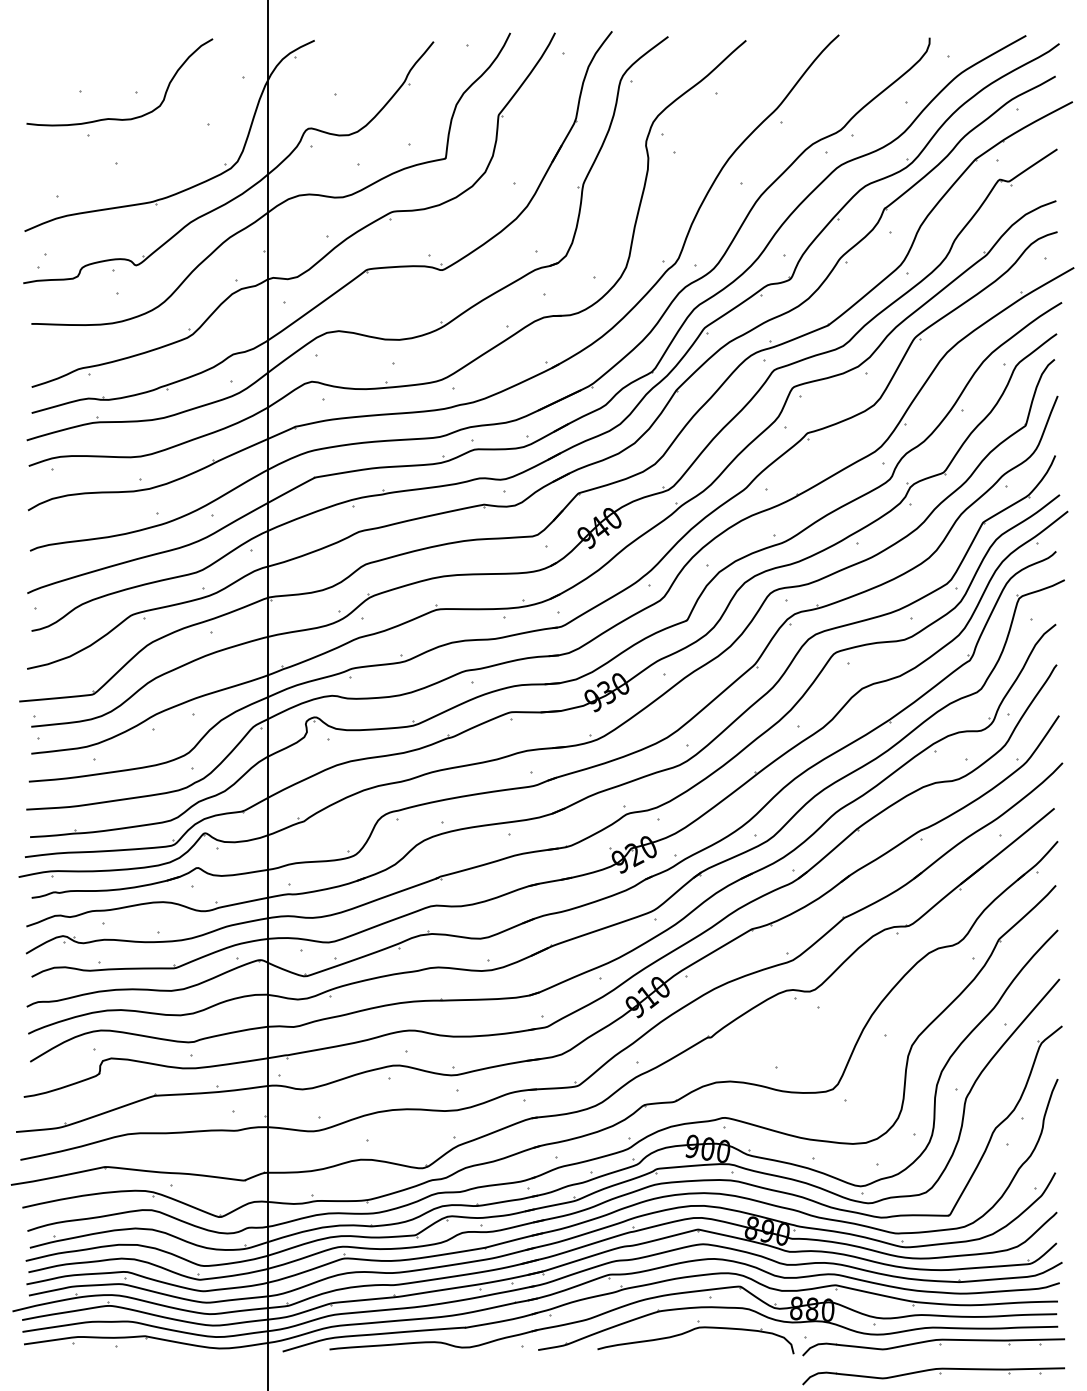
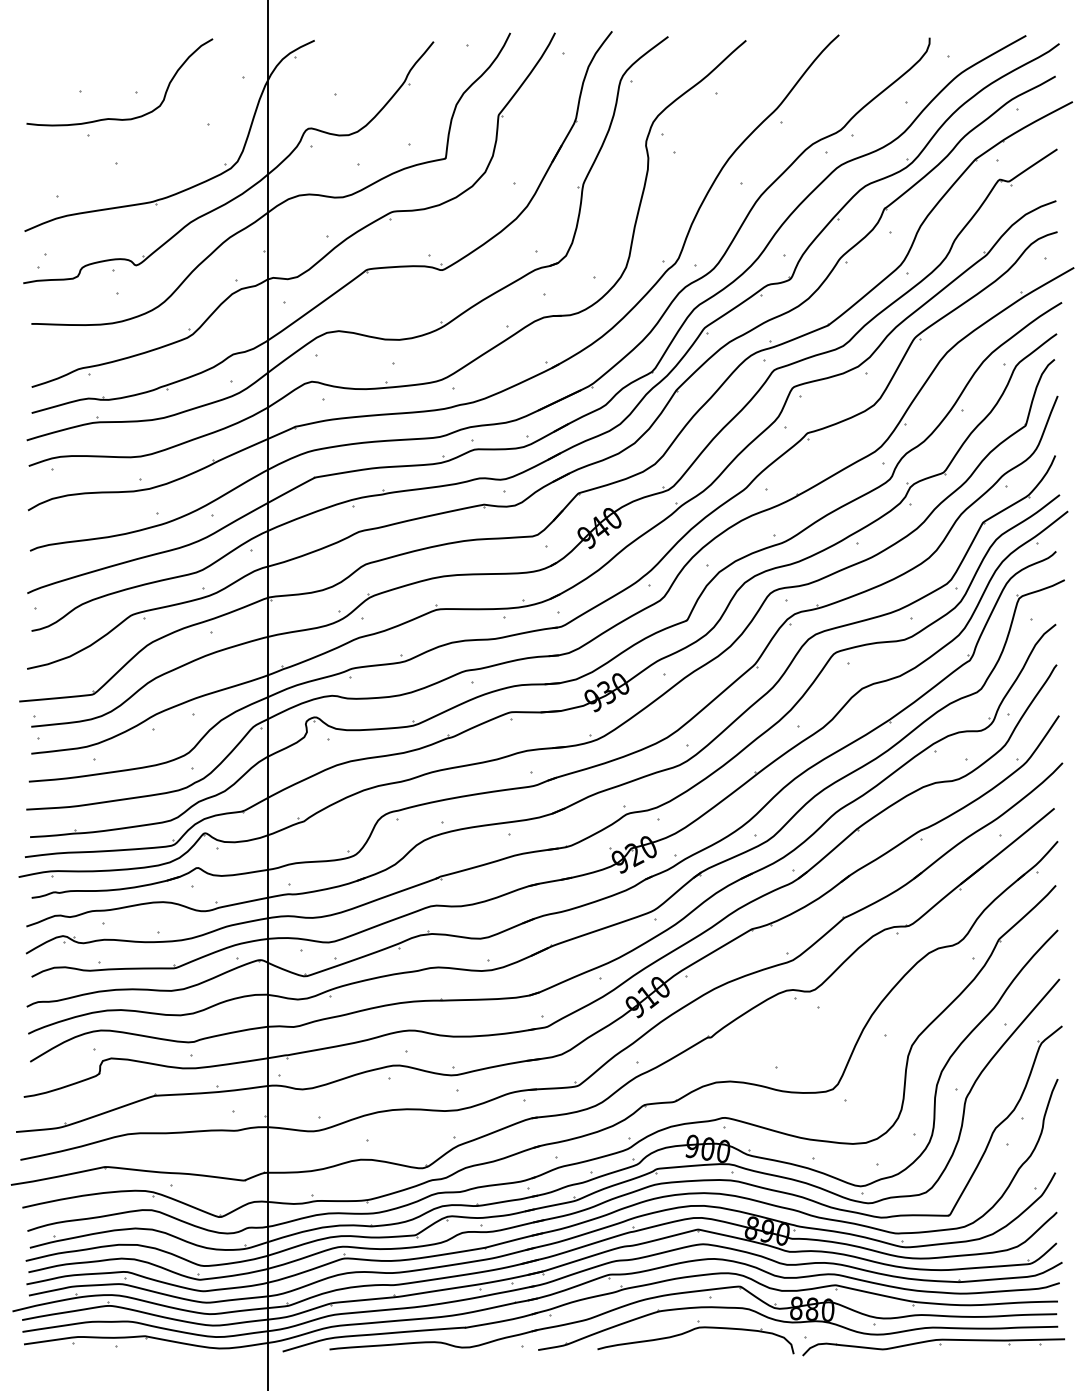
part at (933, 1376): present -> none
